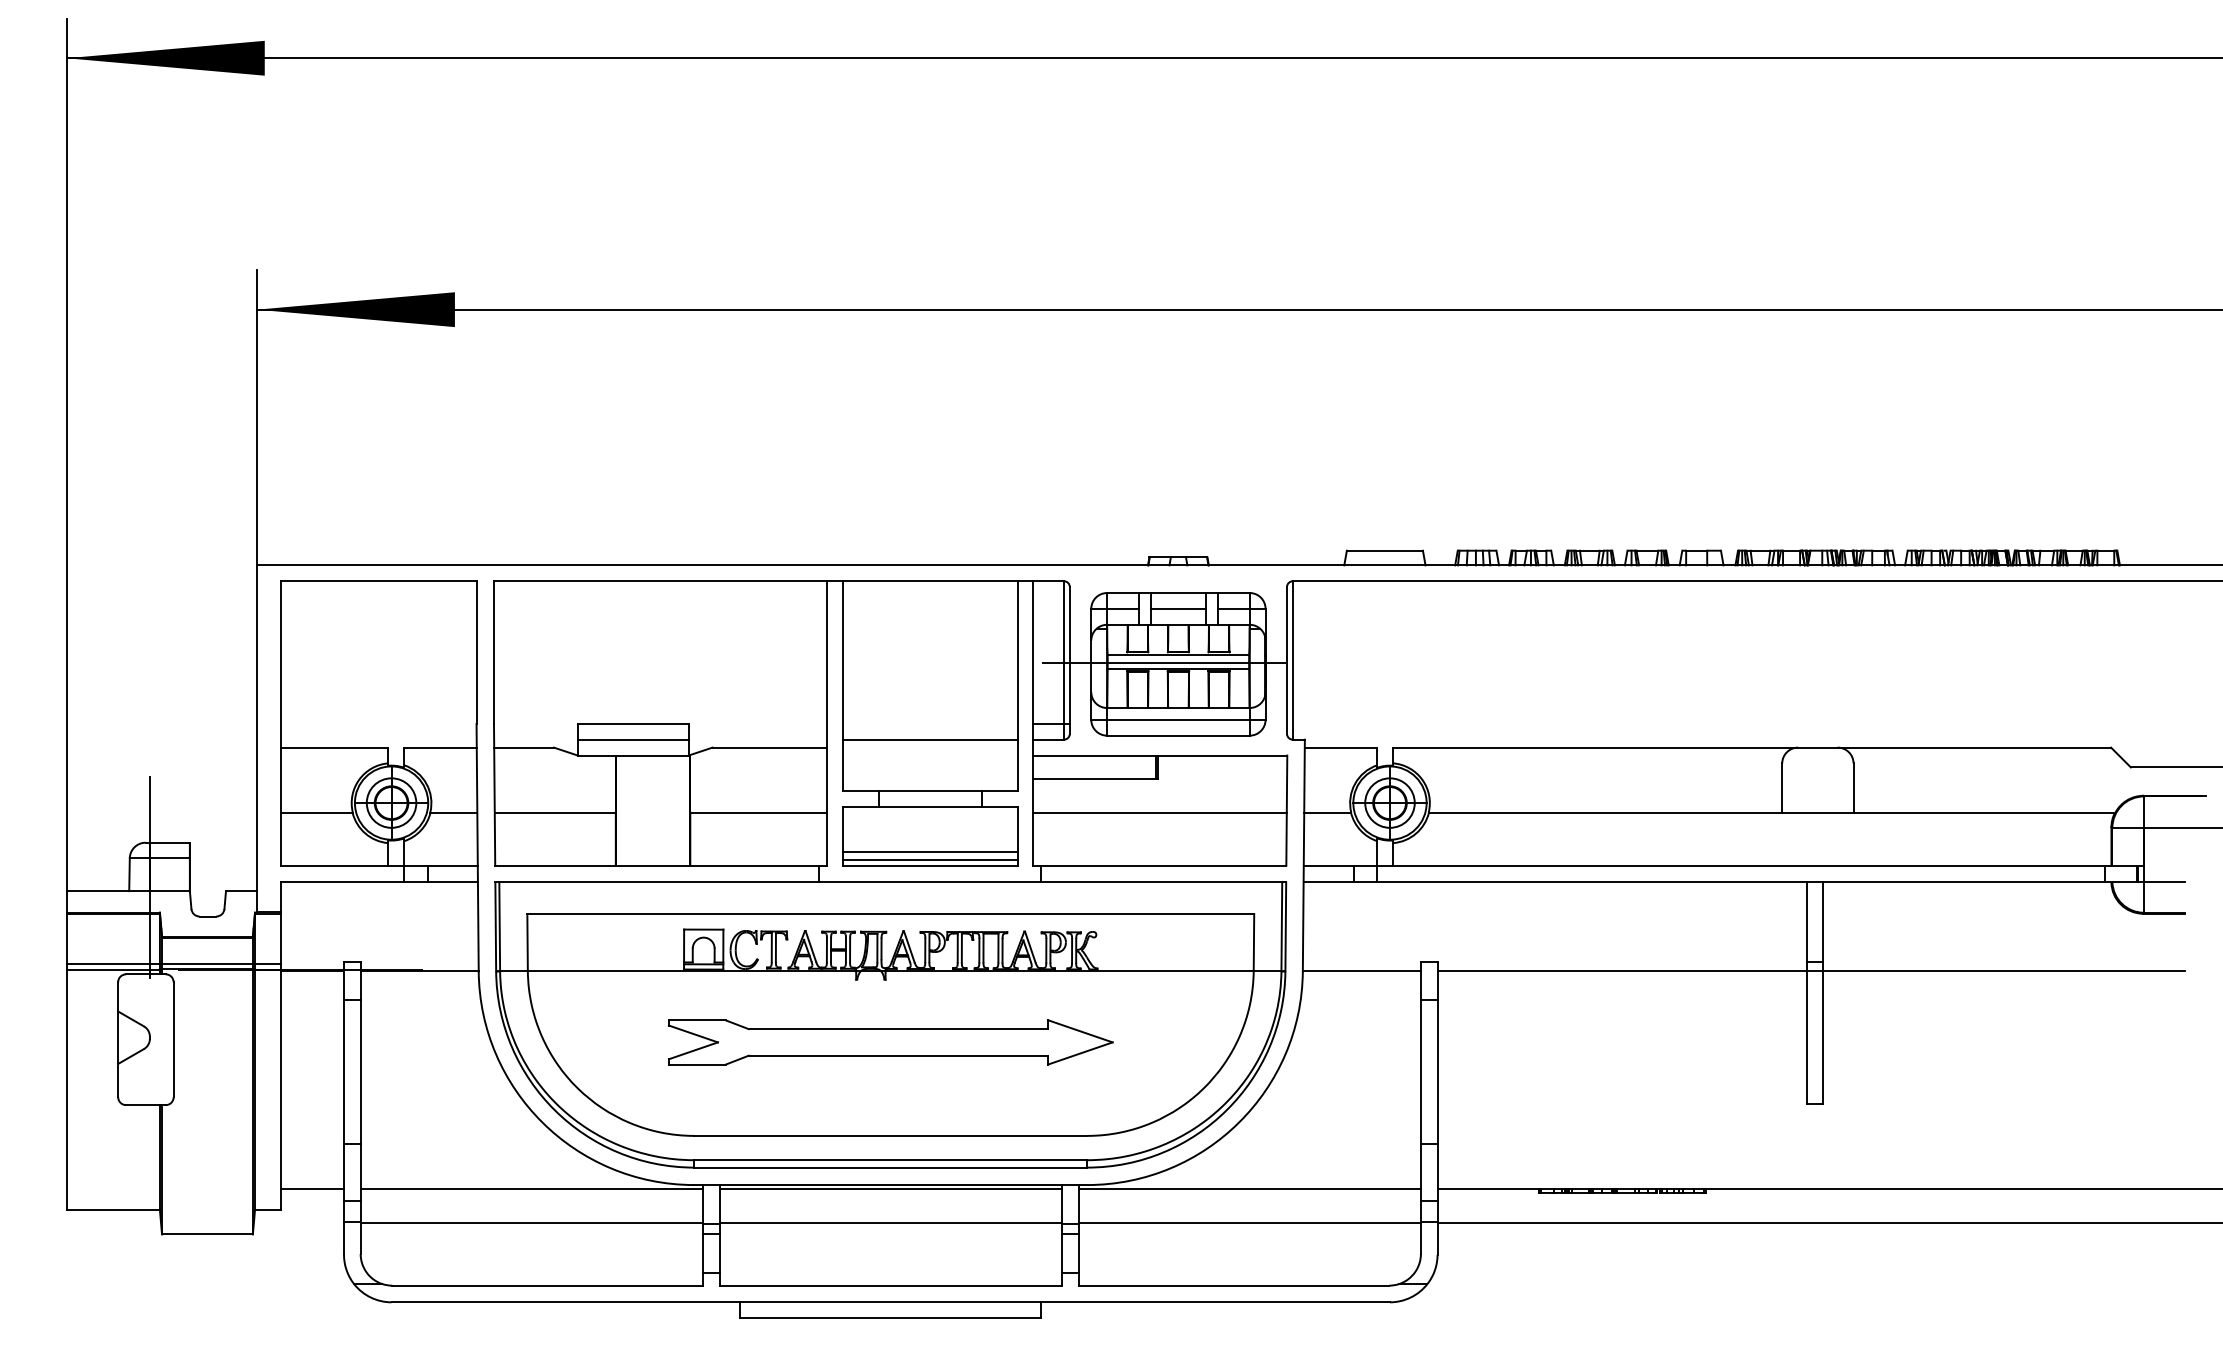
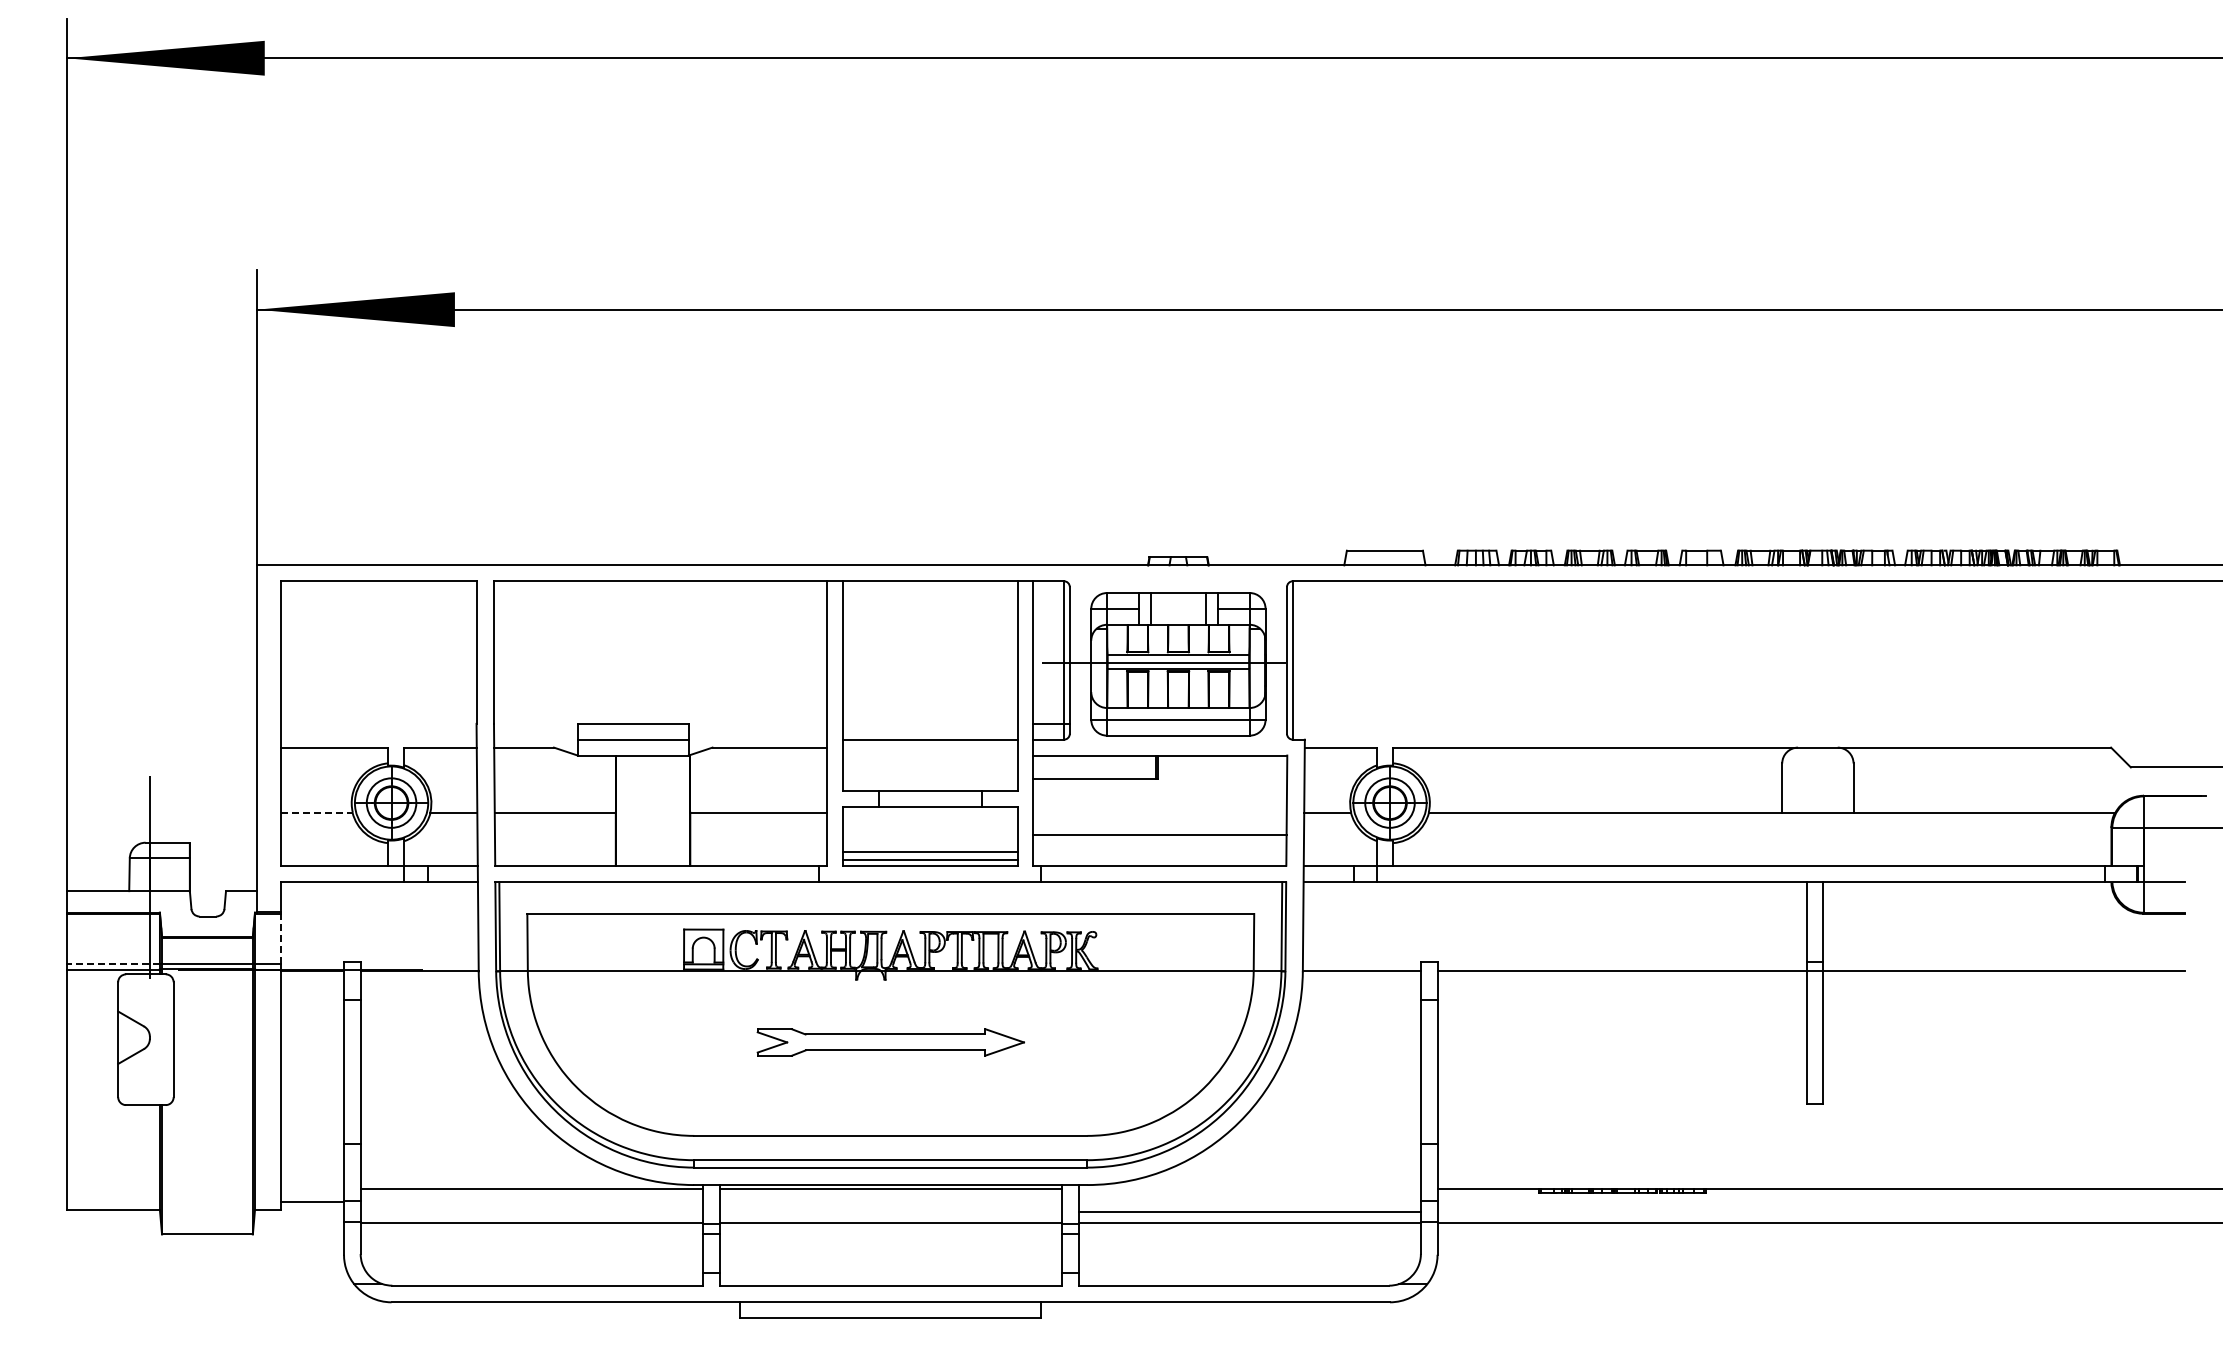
line at (1178, 608): present -> none
line at (317, 812): solid -> dashed
line at (1159, 812) position: (1159, 812) -> (1159, 834)
line at (280, 939): solid -> dashed
line at (113, 964): solid -> dashed
part at (890, 1042) size: 446x47 px -> 269x29 px
line at (312, 1189) position: (312, 1189) -> (312, 1202)
line at (1249, 1189) position: (1249, 1189) -> (1249, 1212)
